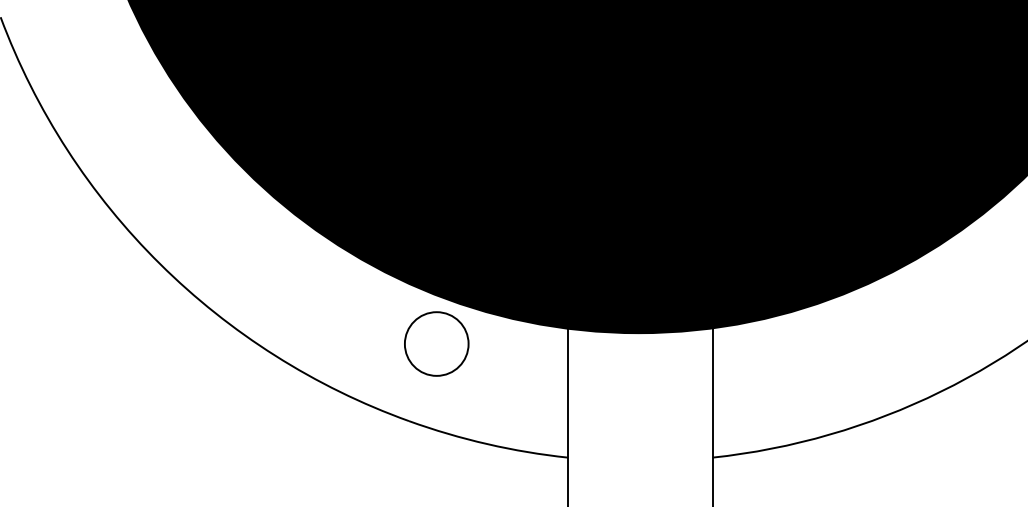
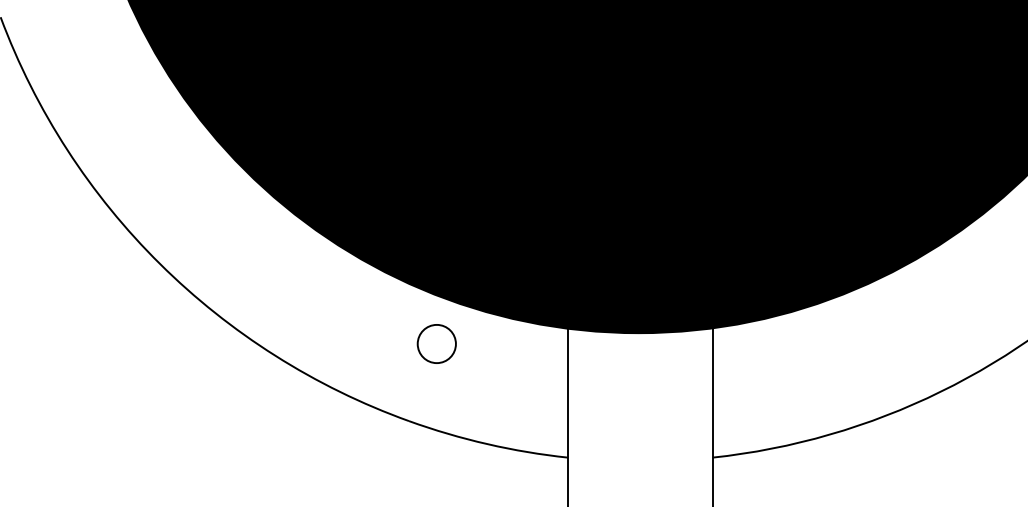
circle at (436, 343) size: 66x66 px -> 41x40 px
